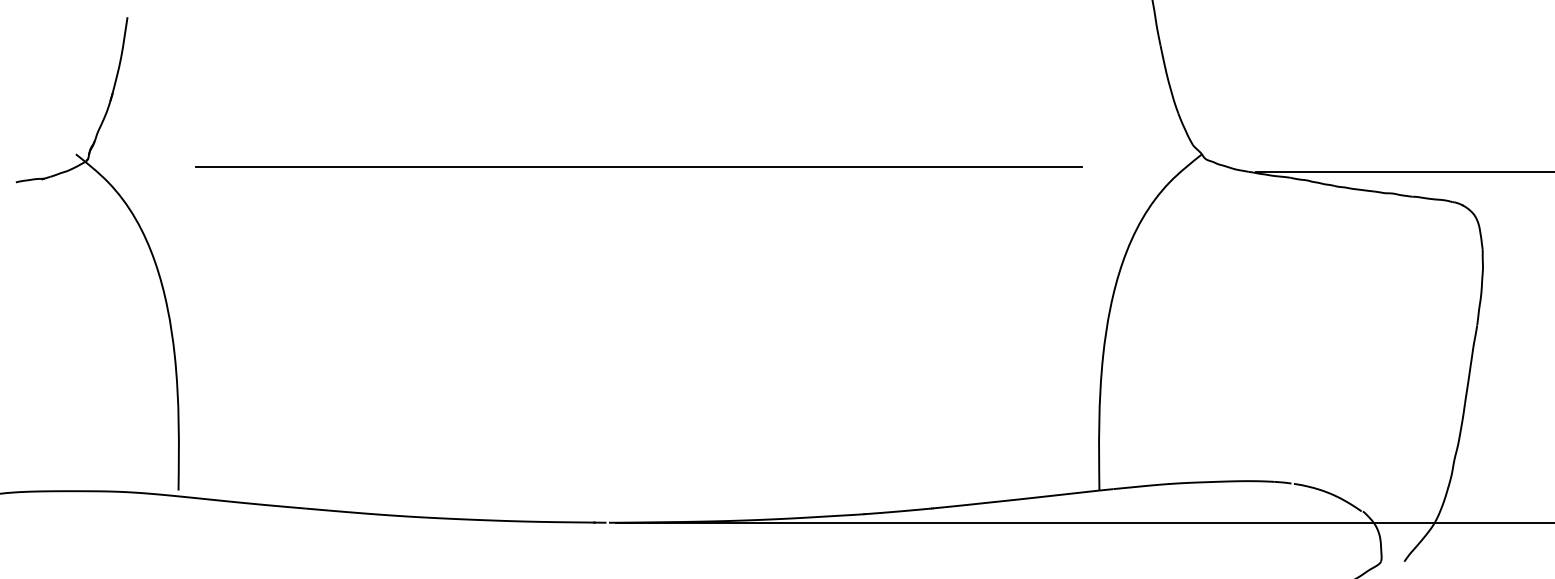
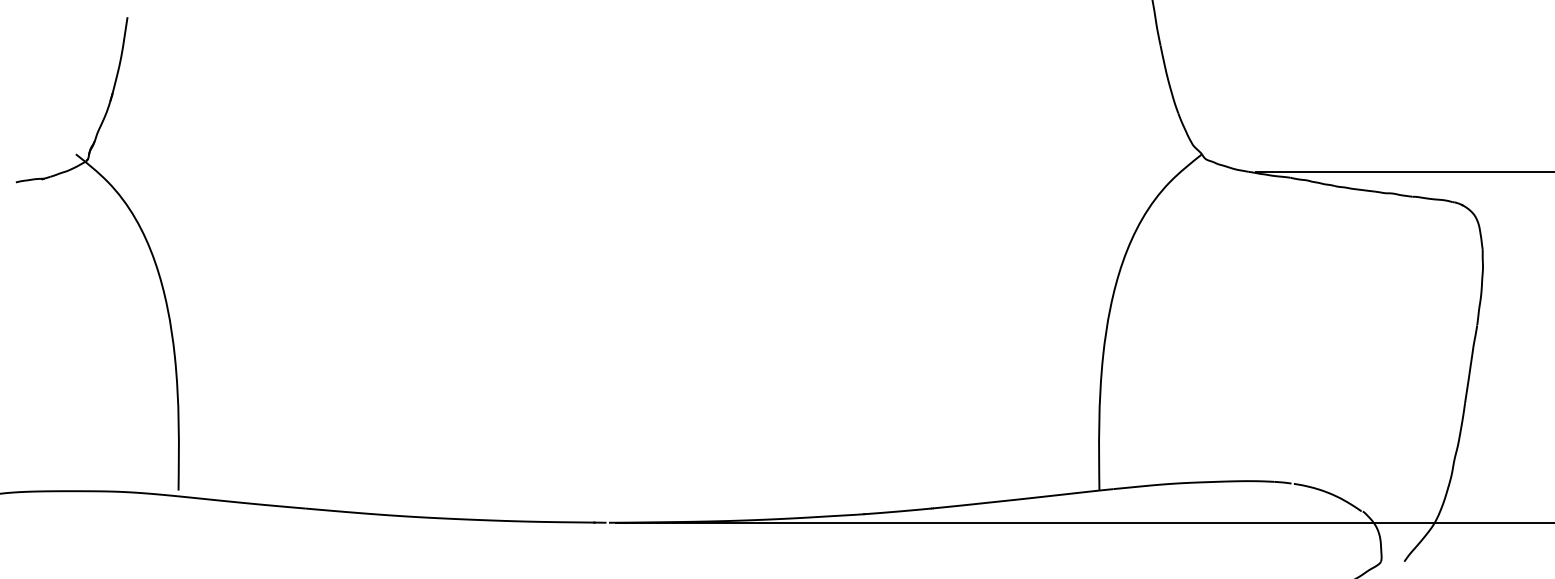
line at (638, 167): present -> none
